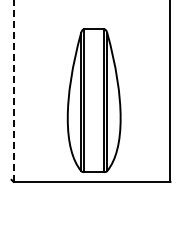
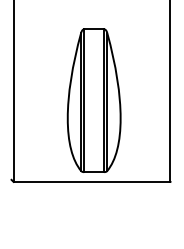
line at (13, 91): dashed -> solid
